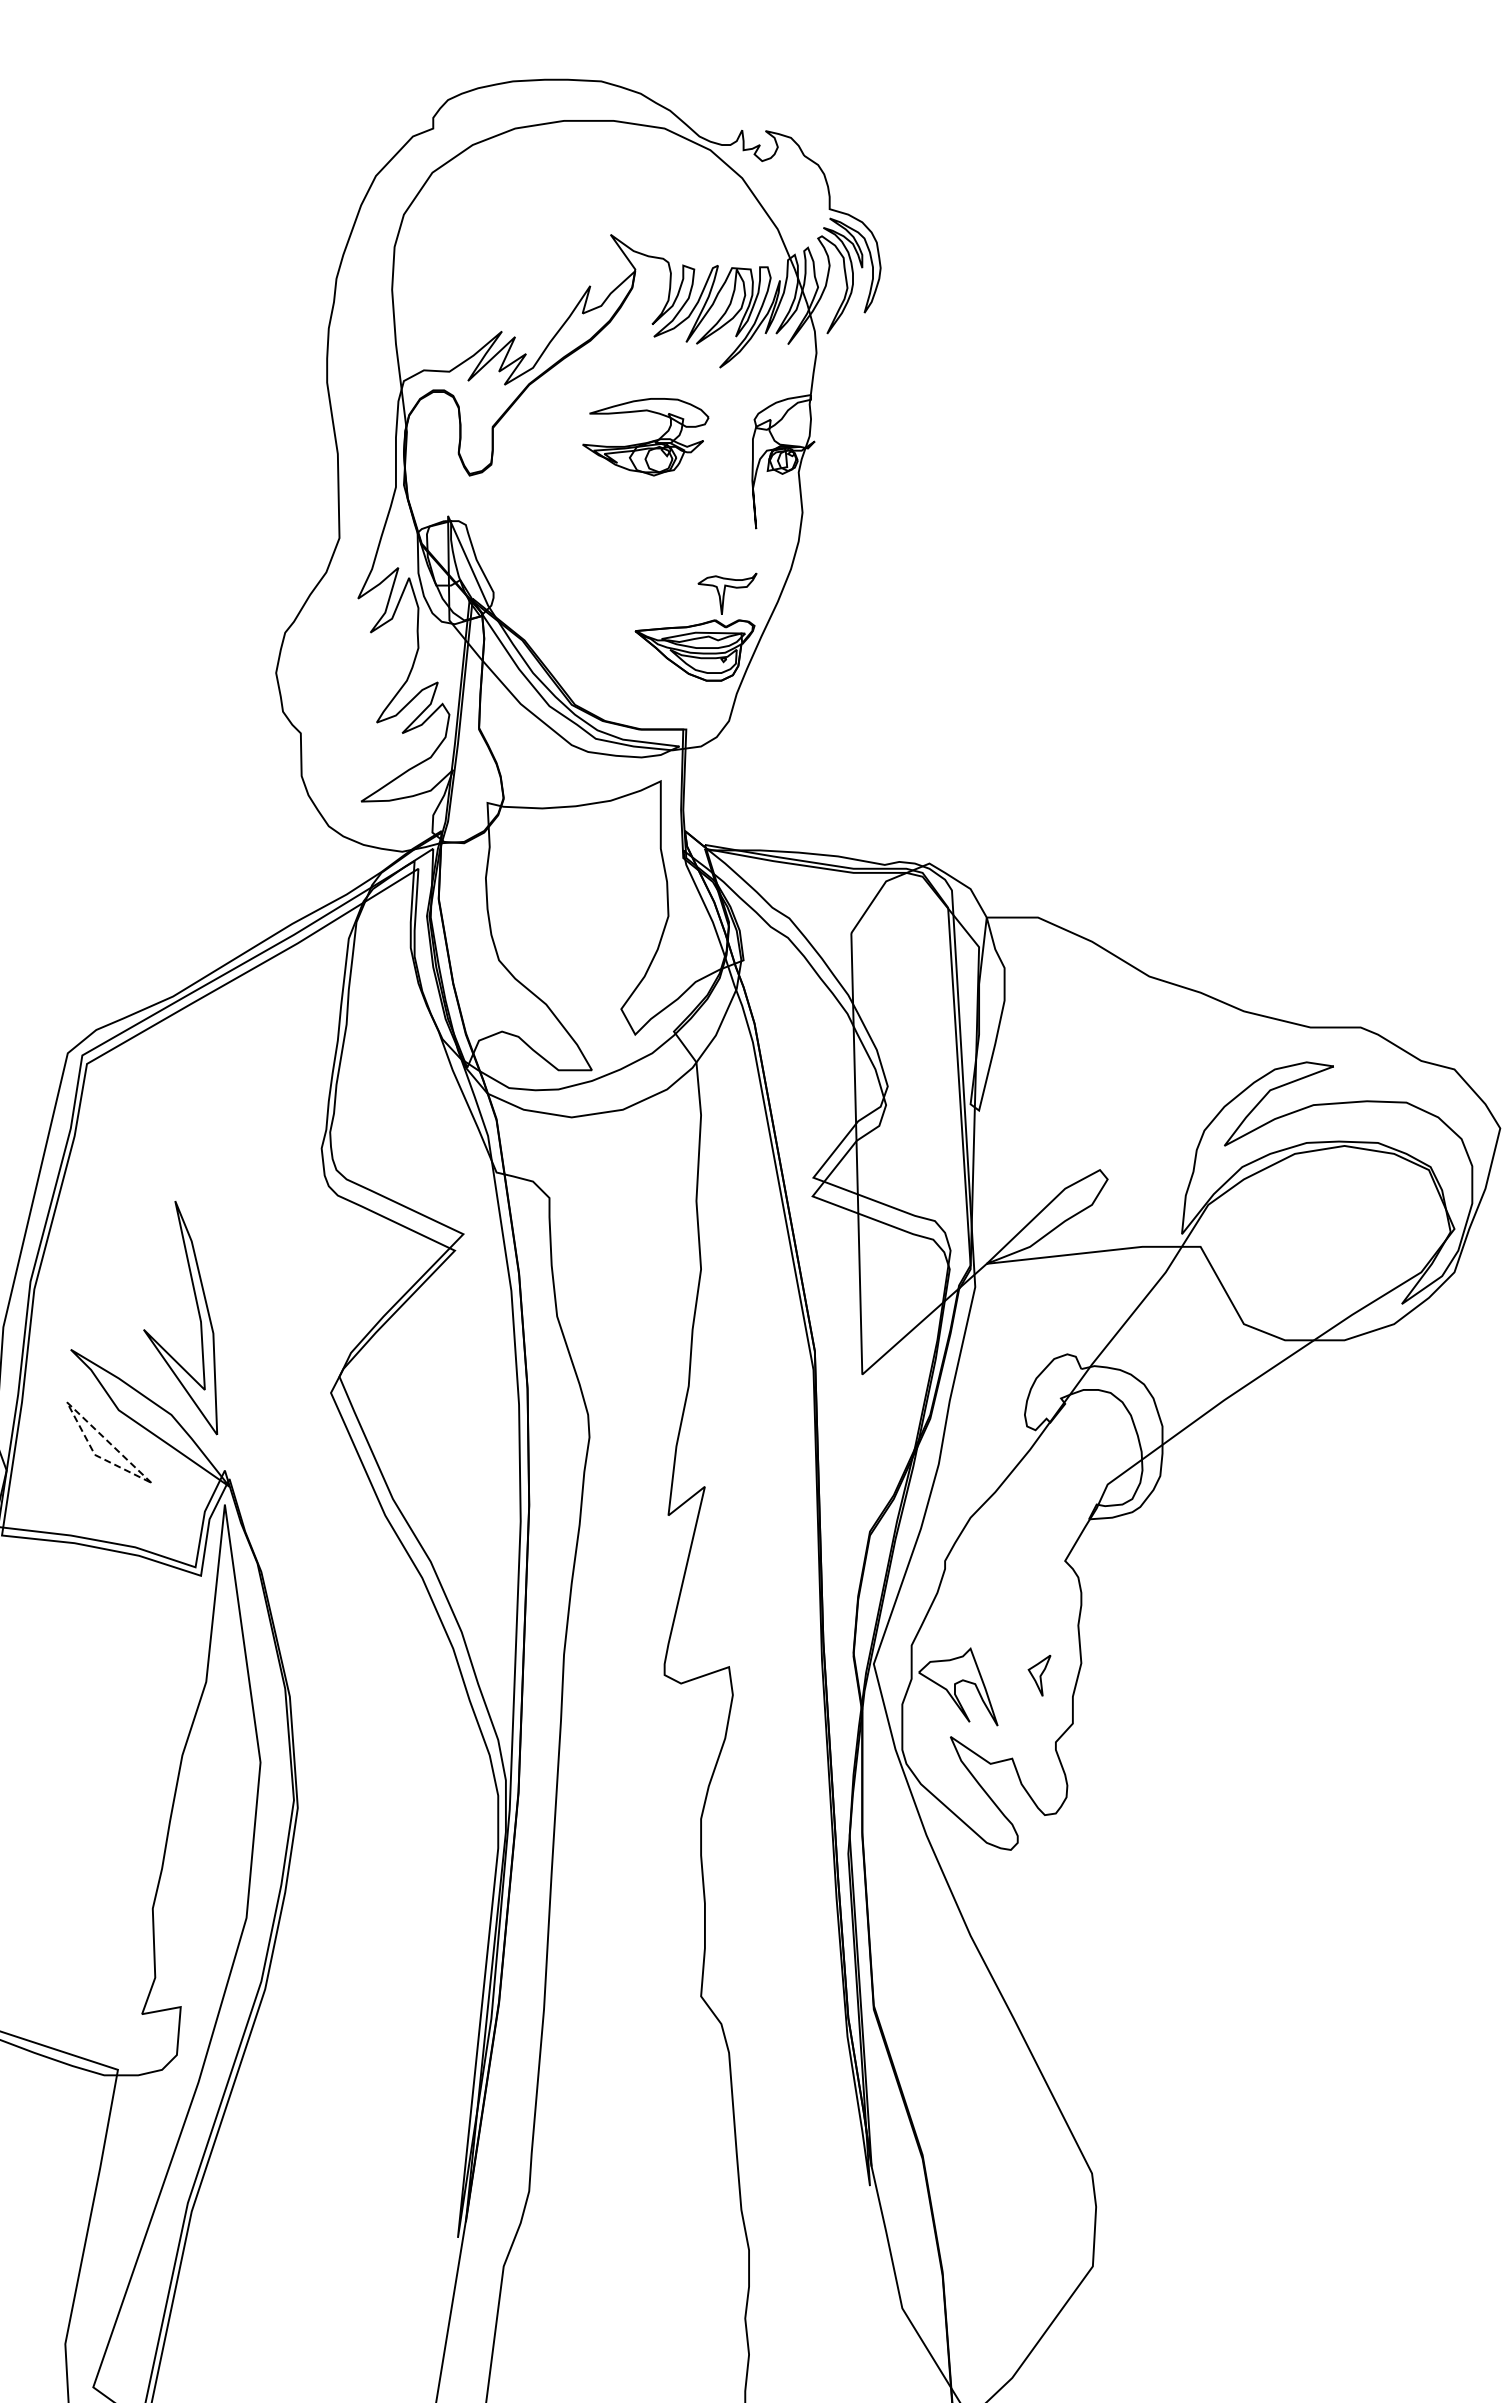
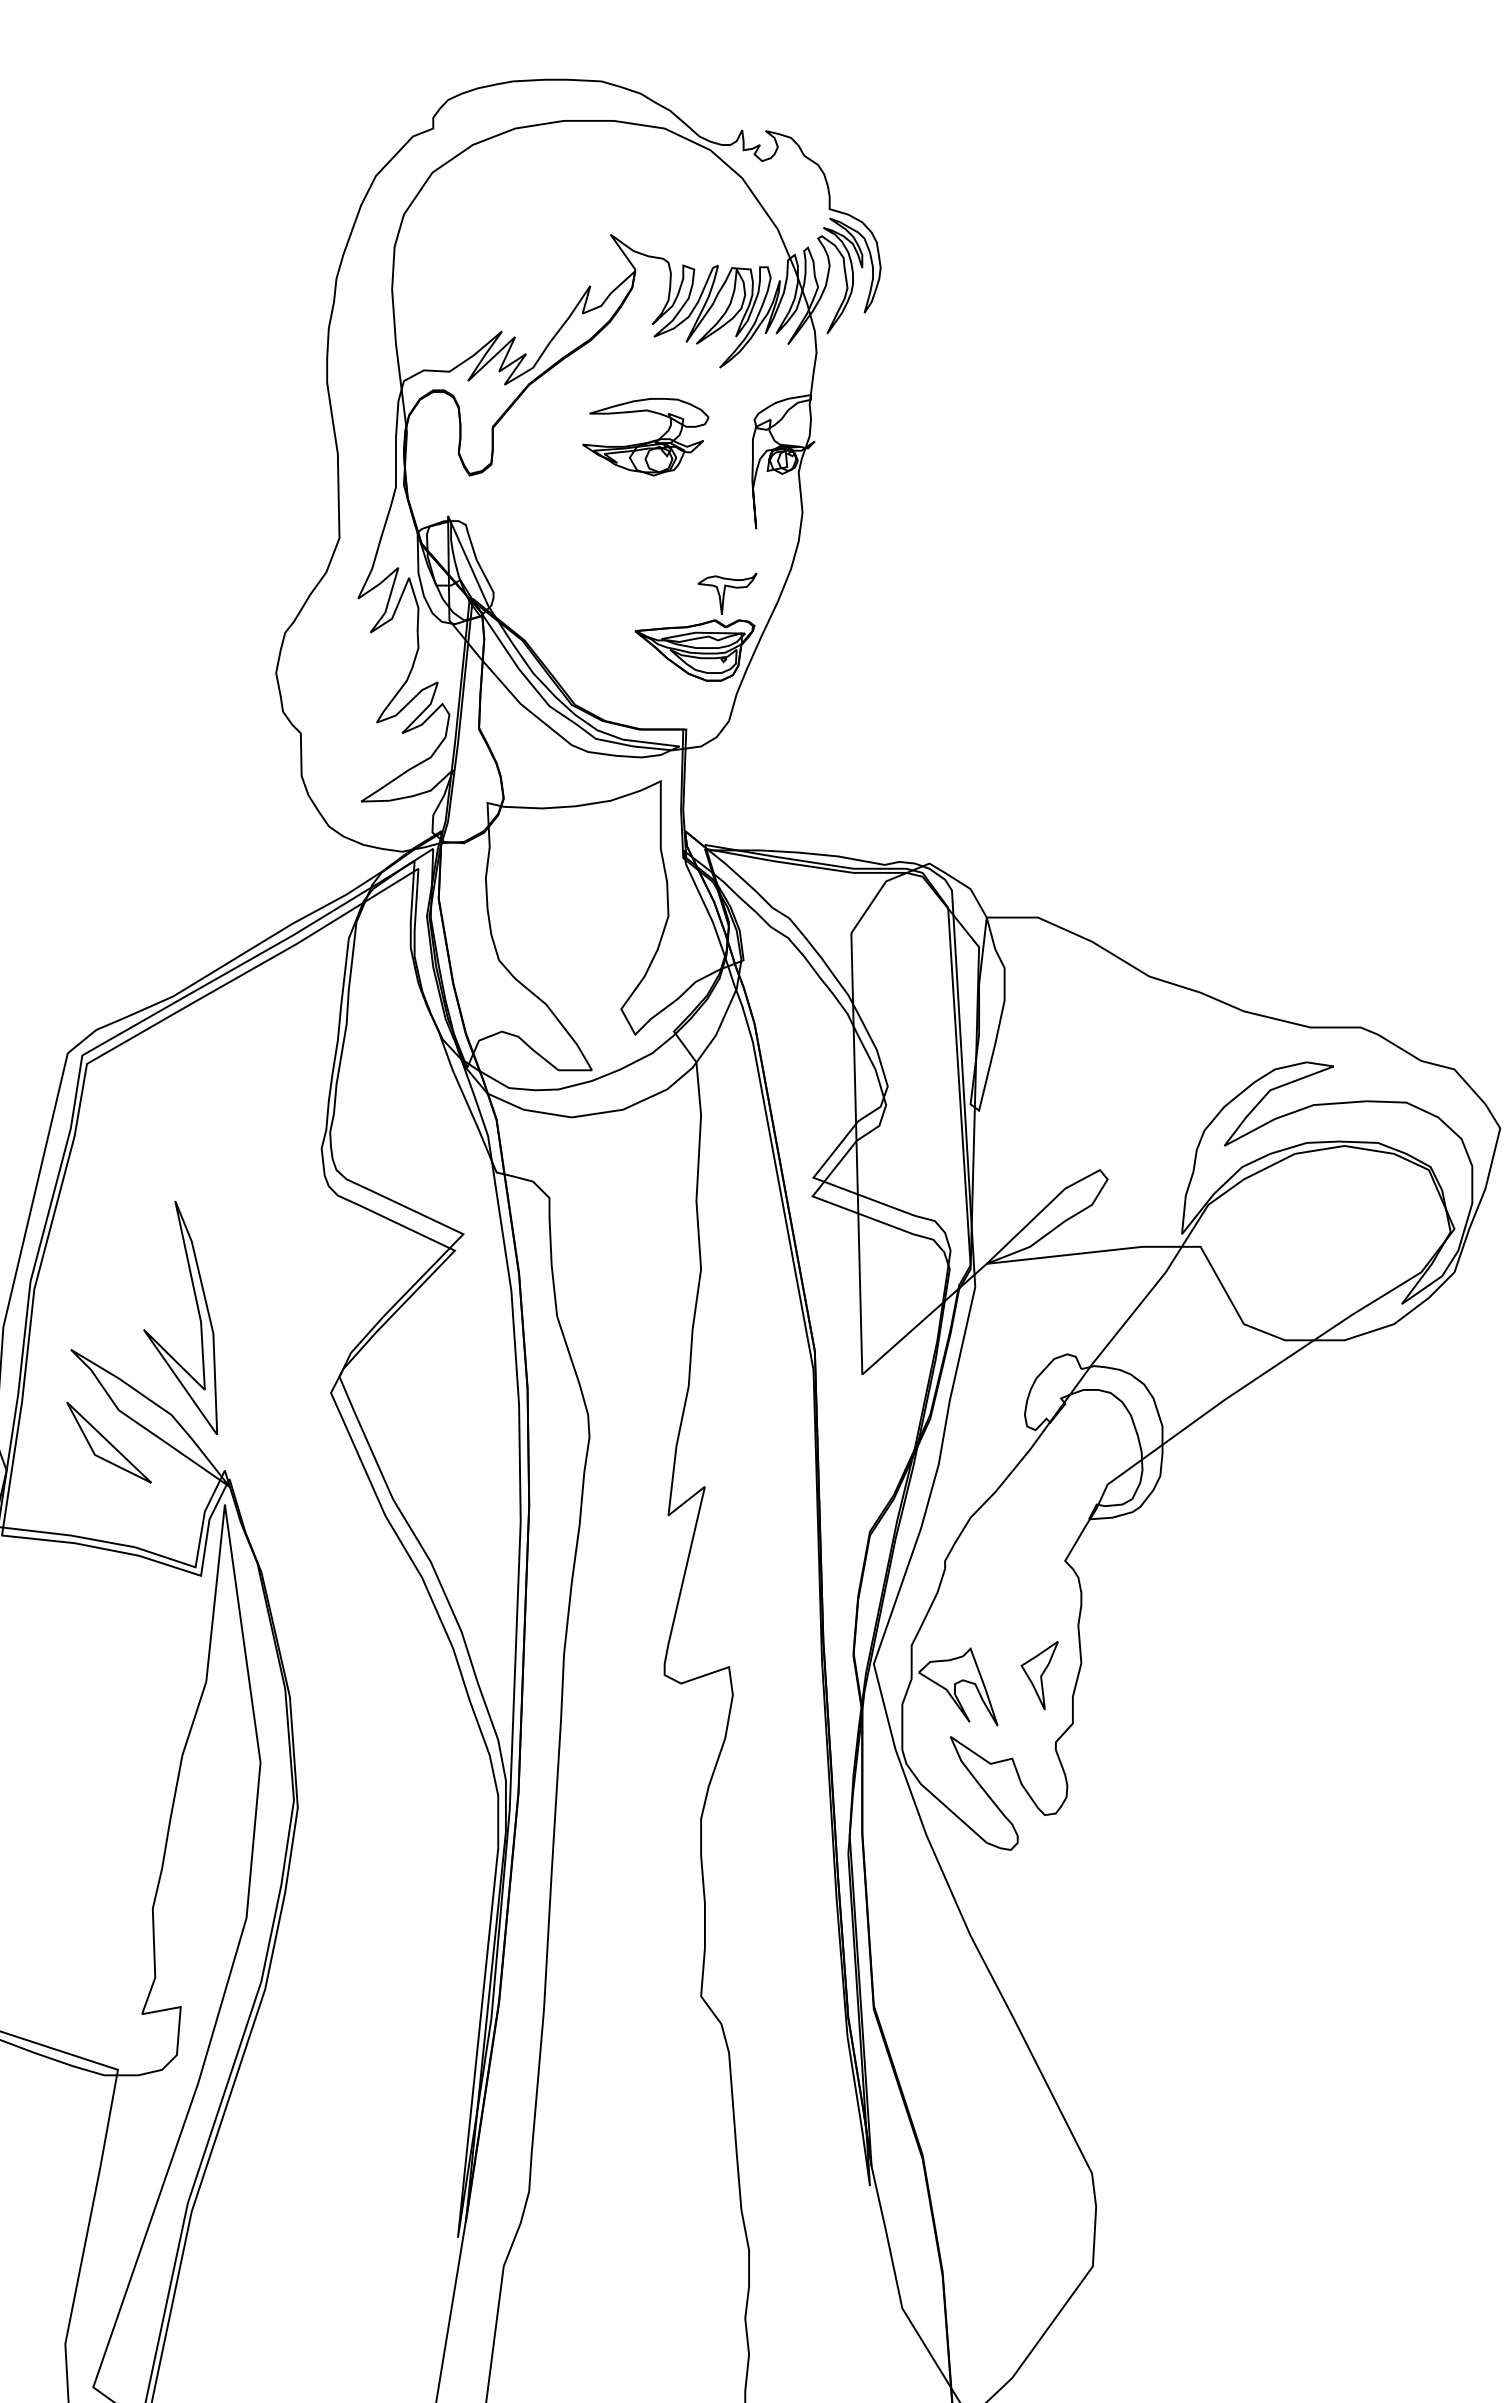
line at (68, 1405): dashed -> solid
part at (1039, 1675) size: 25x42 px -> 39x70 px
